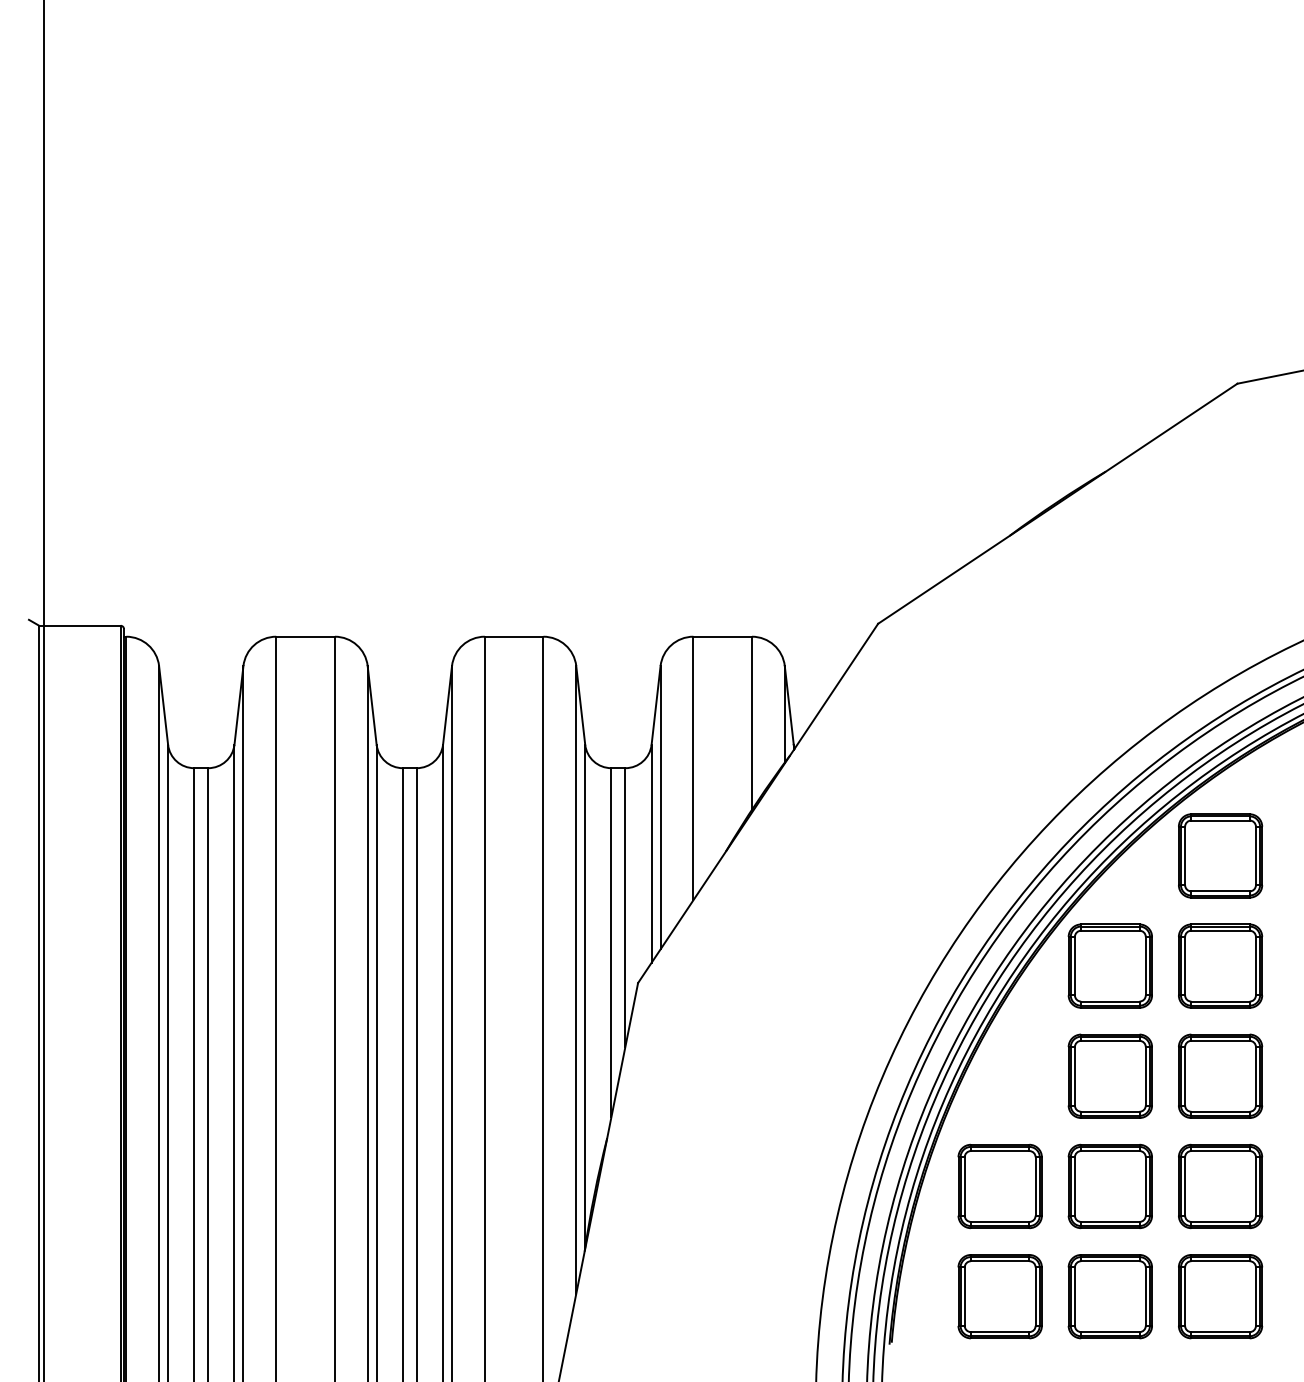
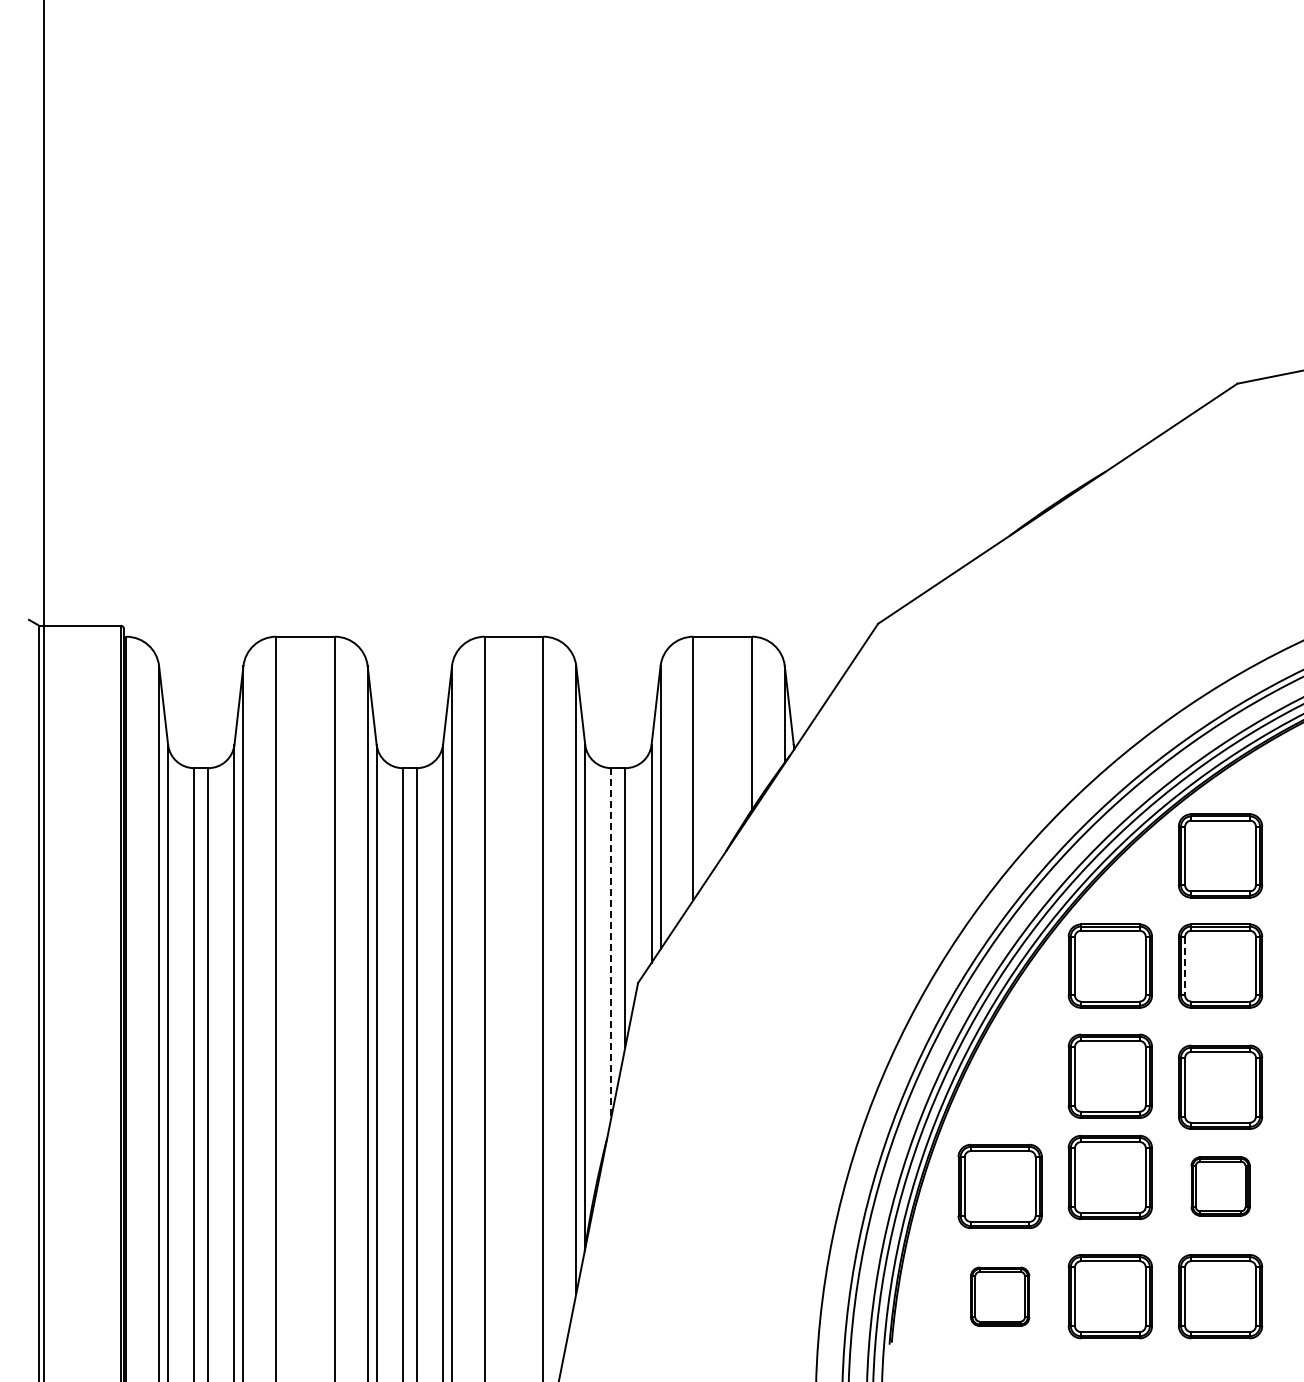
line at (611, 943): solid -> dashed
line at (1185, 966): solid -> dashed
part at (1220, 1075) position: (1220, 1075) -> (1220, 1086)
part at (1109, 1186) position: (1109, 1186) -> (1109, 1177)
part at (1220, 1186) size: 86x87 px -> 61x61 px
part at (999, 1296) size: 86x86 px -> 61x61 px
